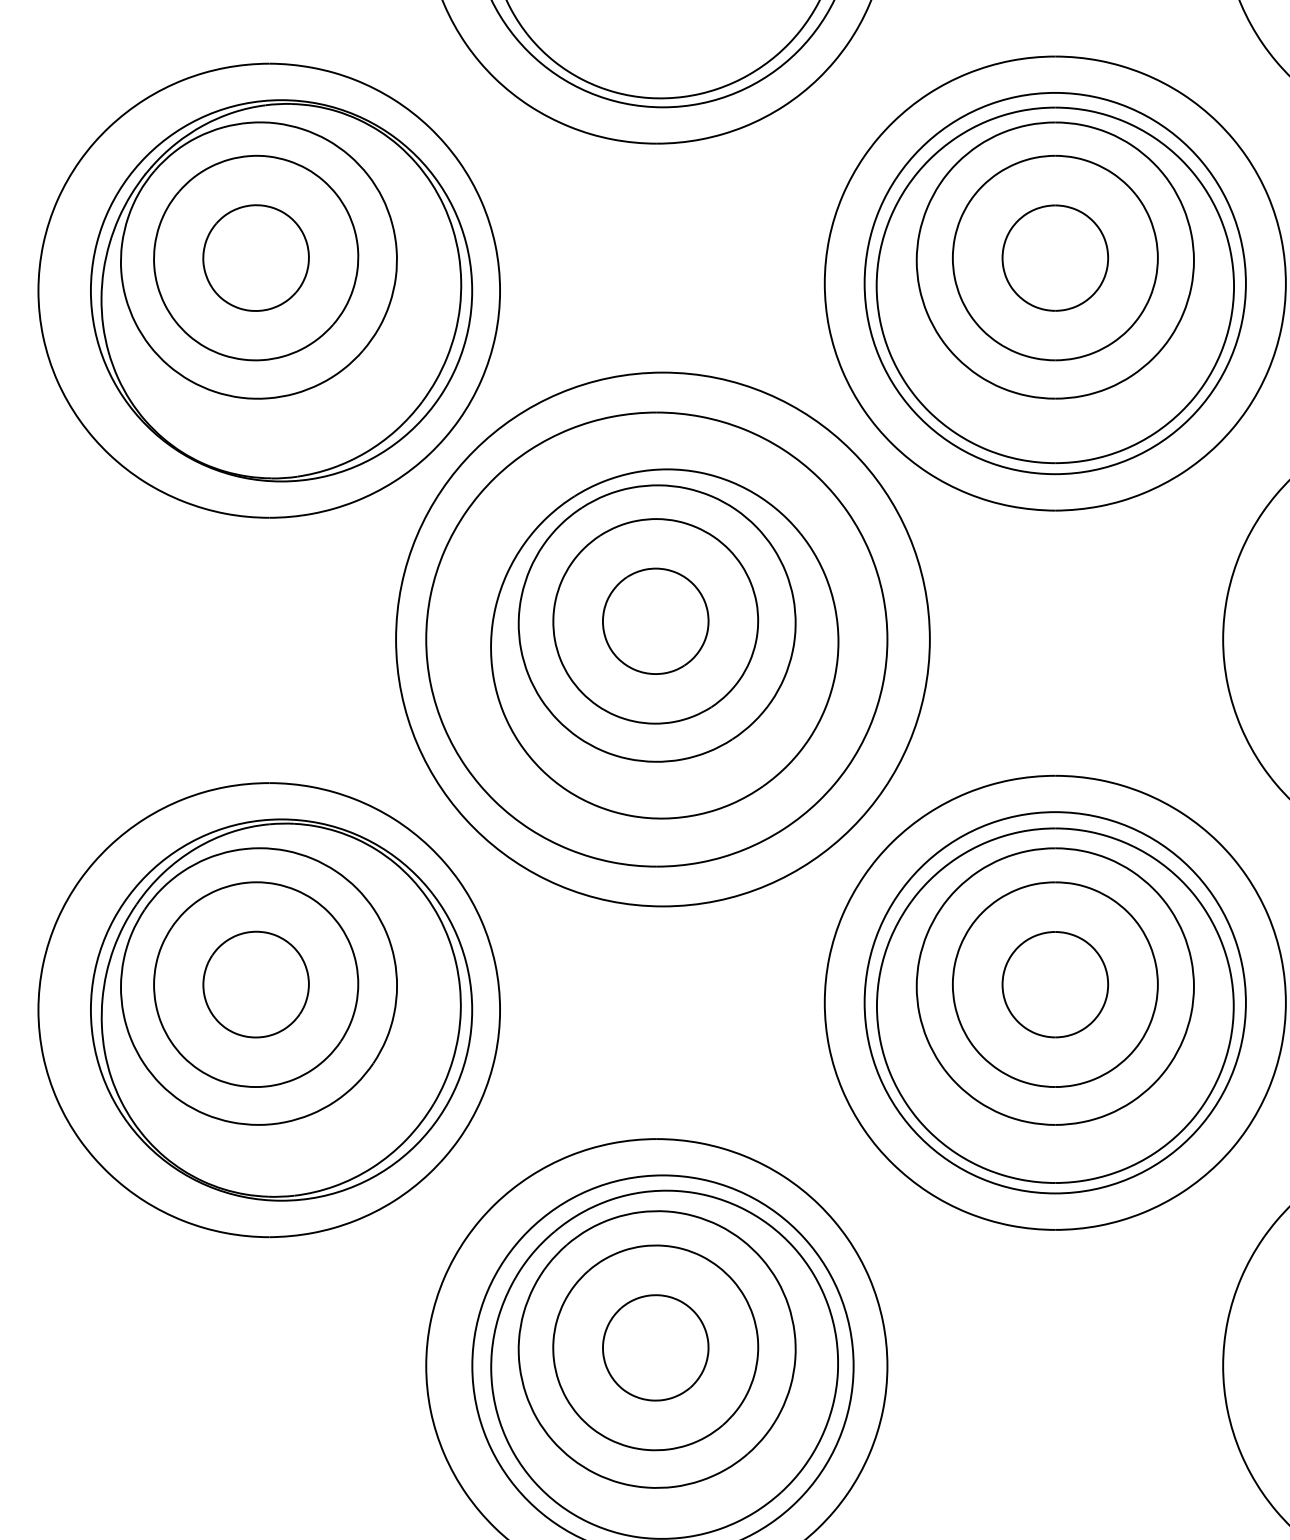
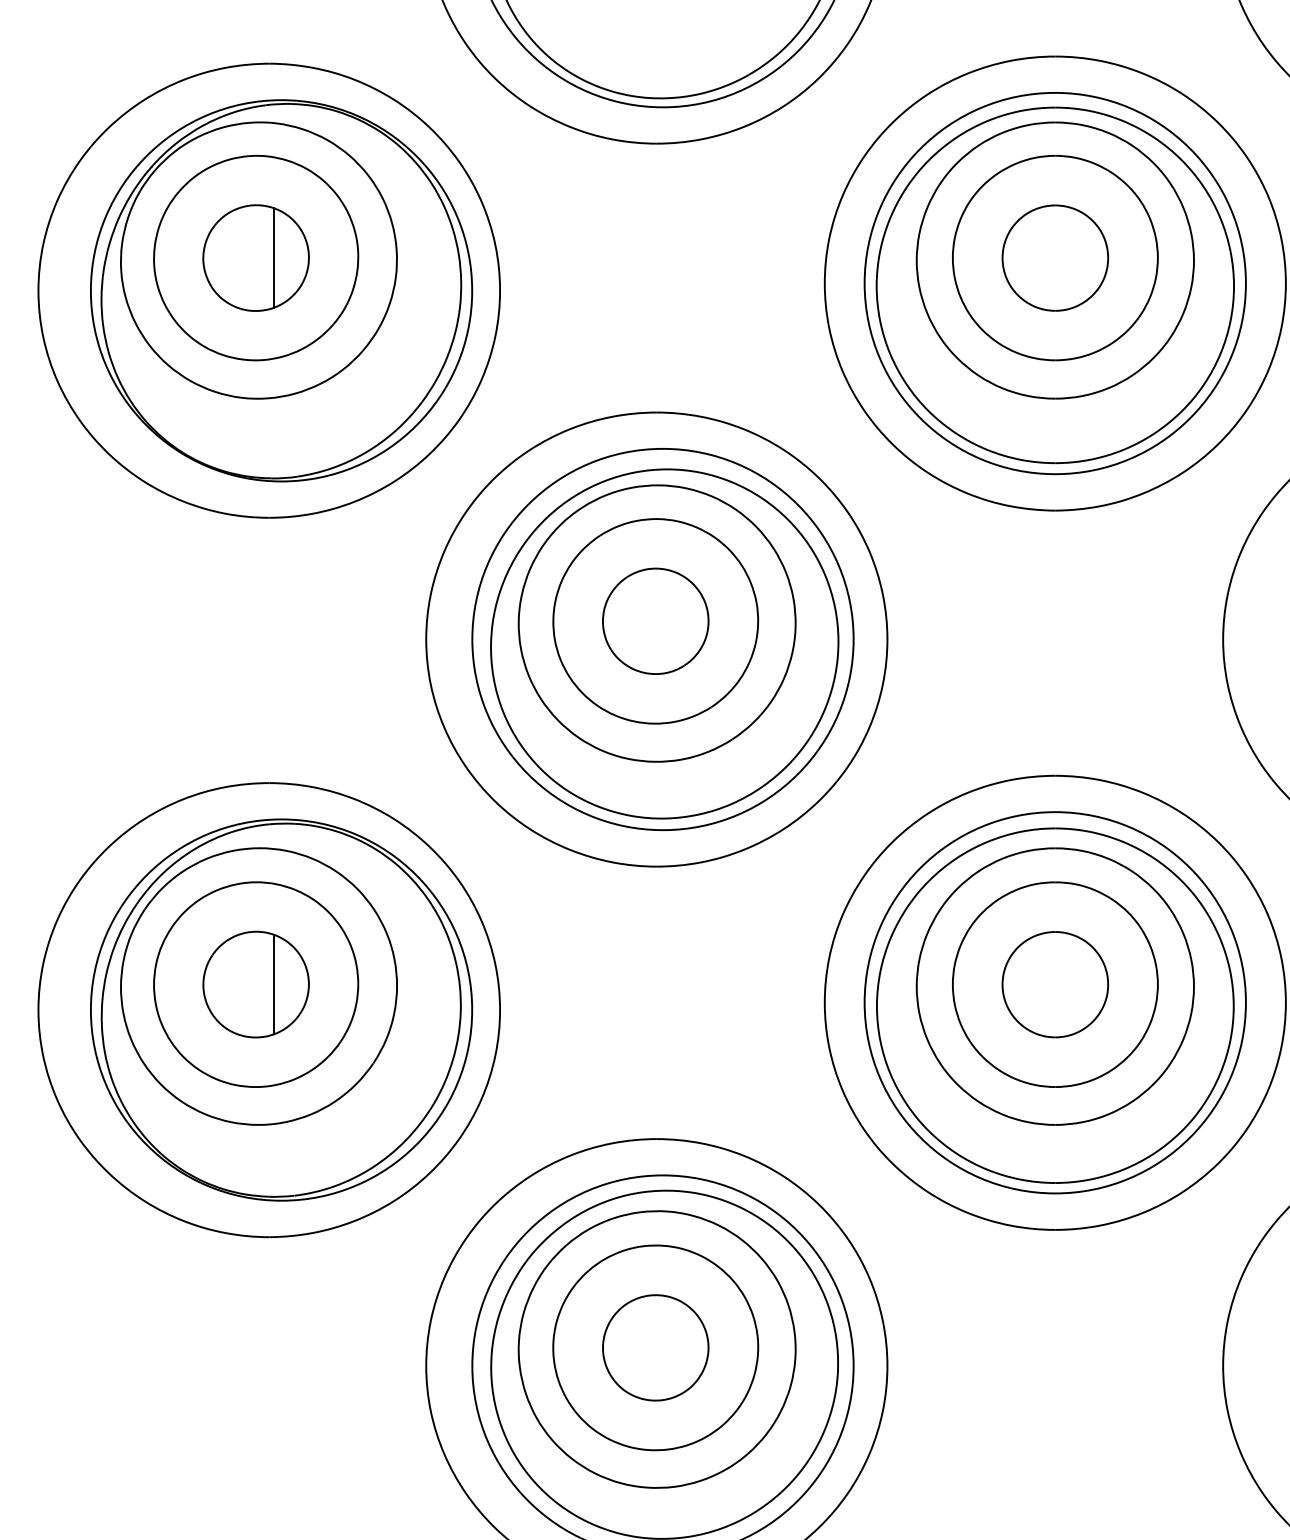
line at (274, 257): none -> present
circle at (662, 639) diameter: 534 px -> 381 px
line at (274, 984): none -> present
